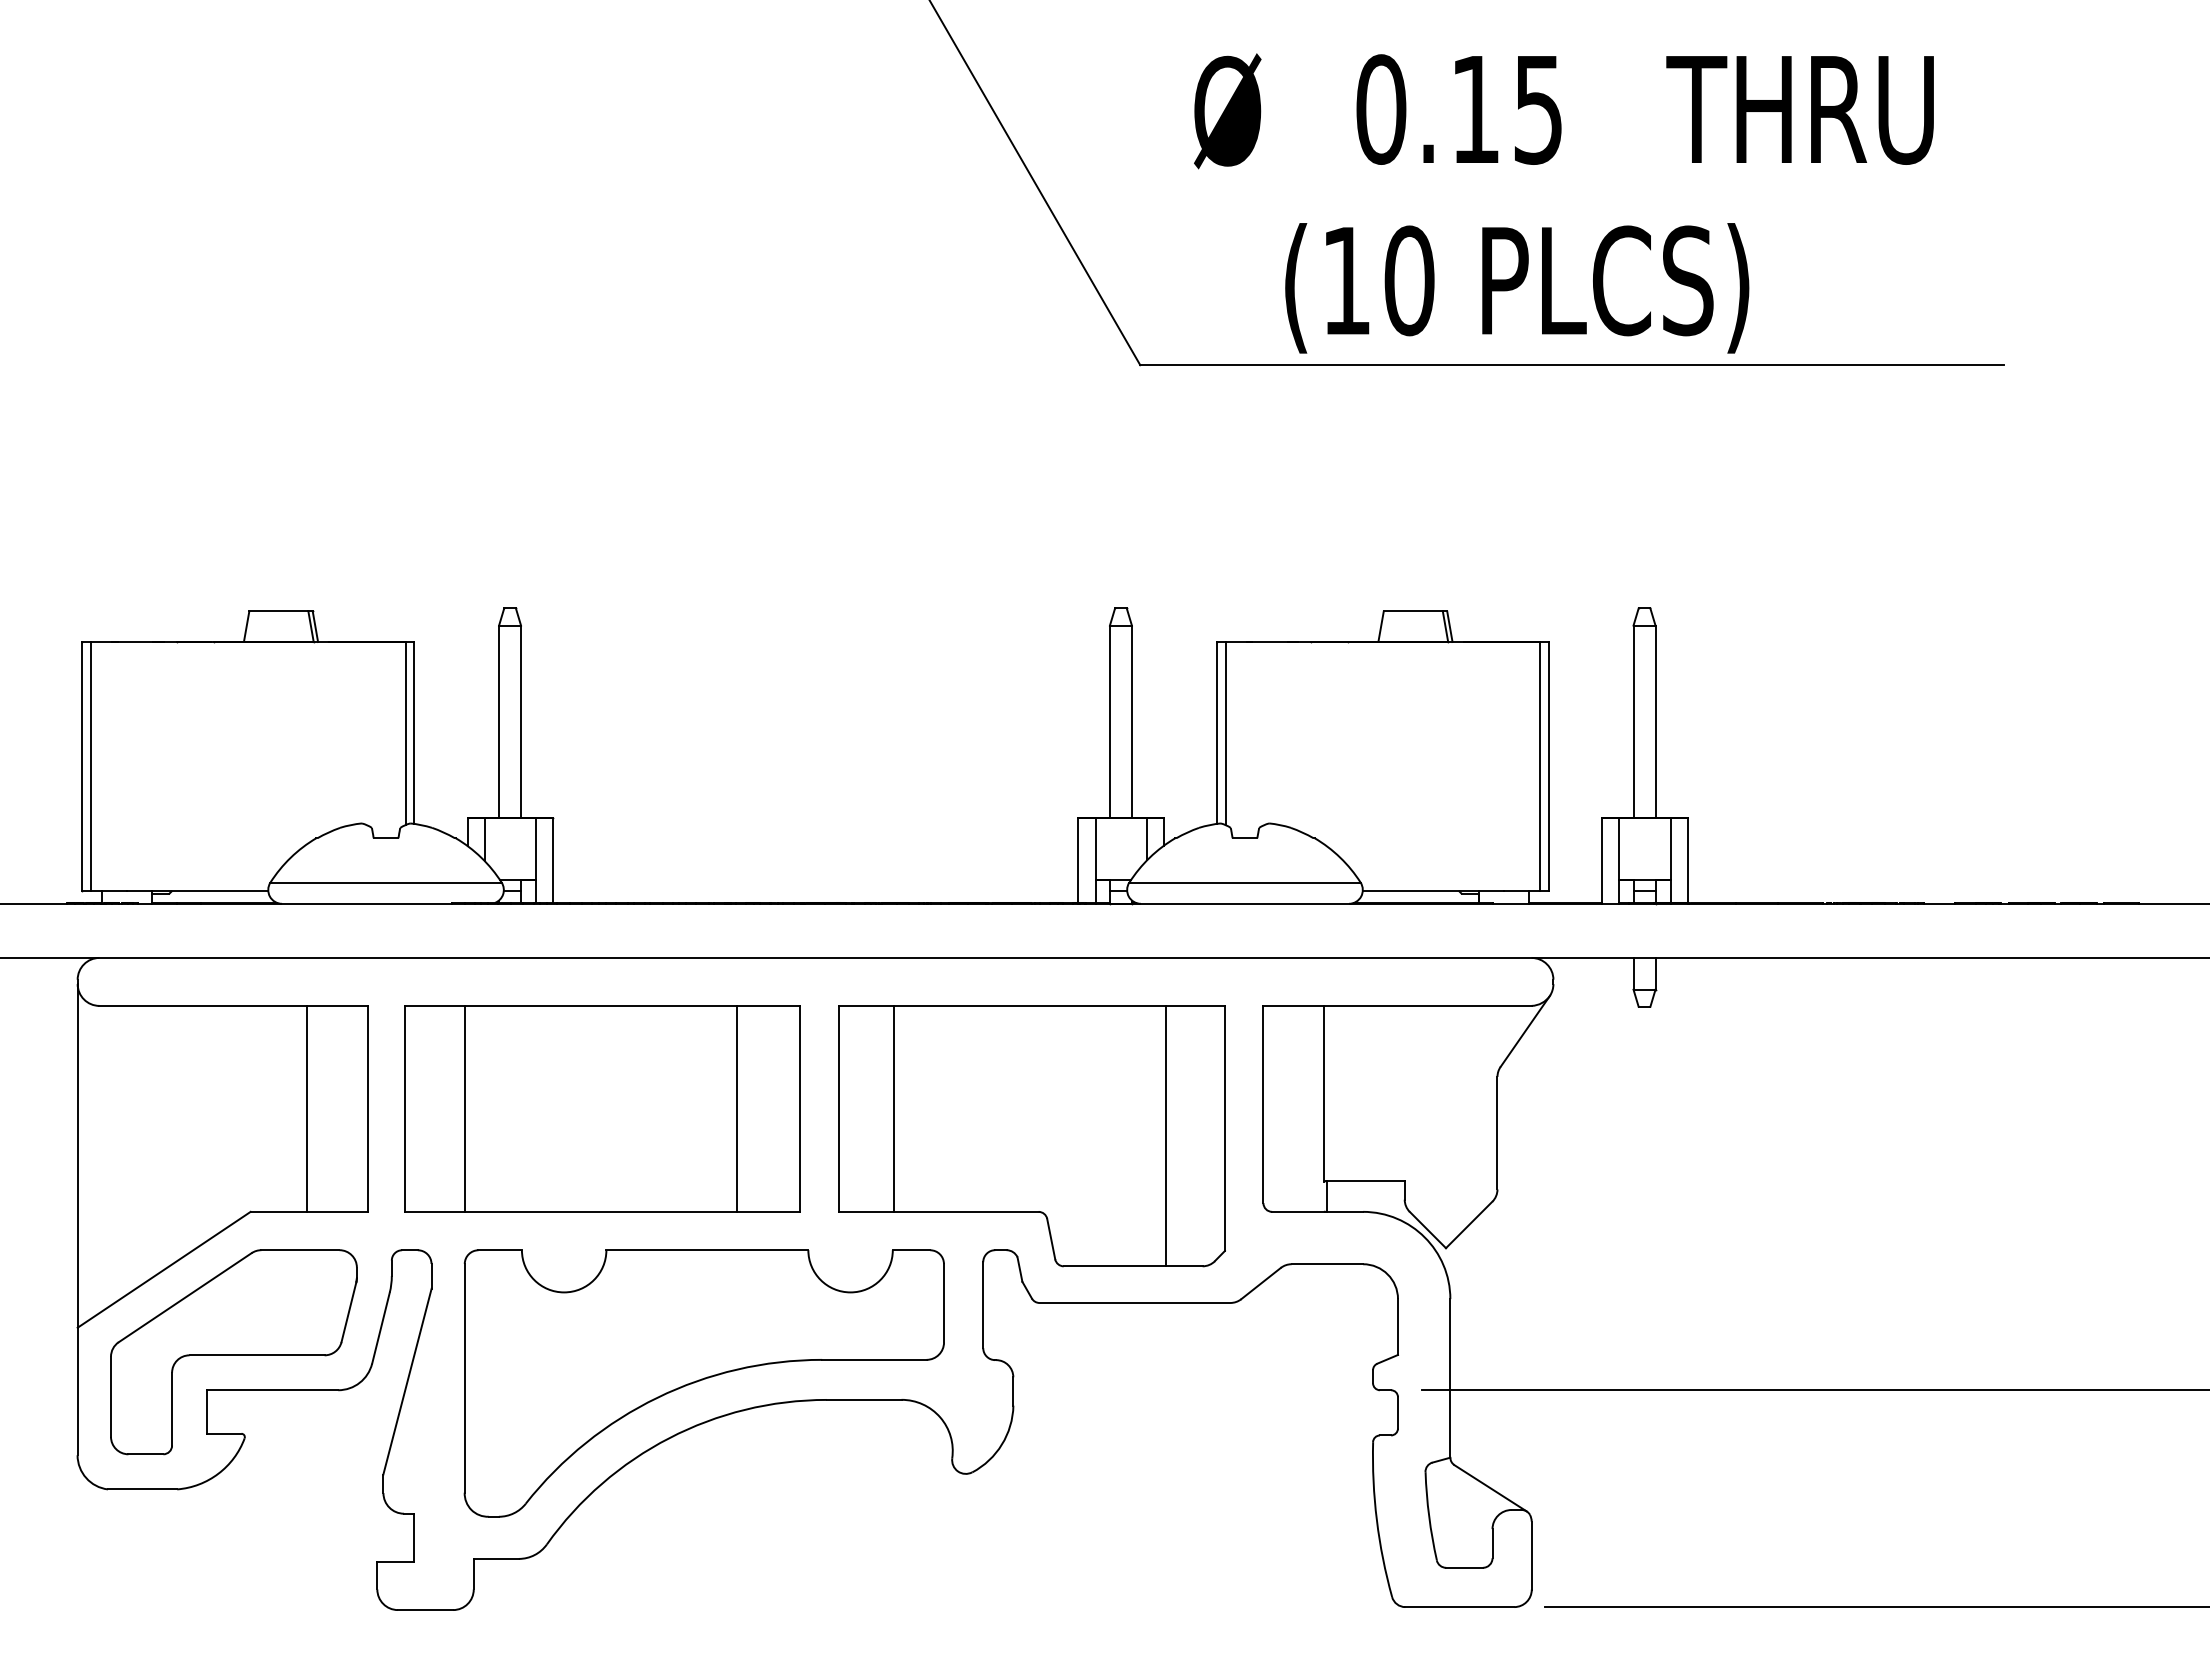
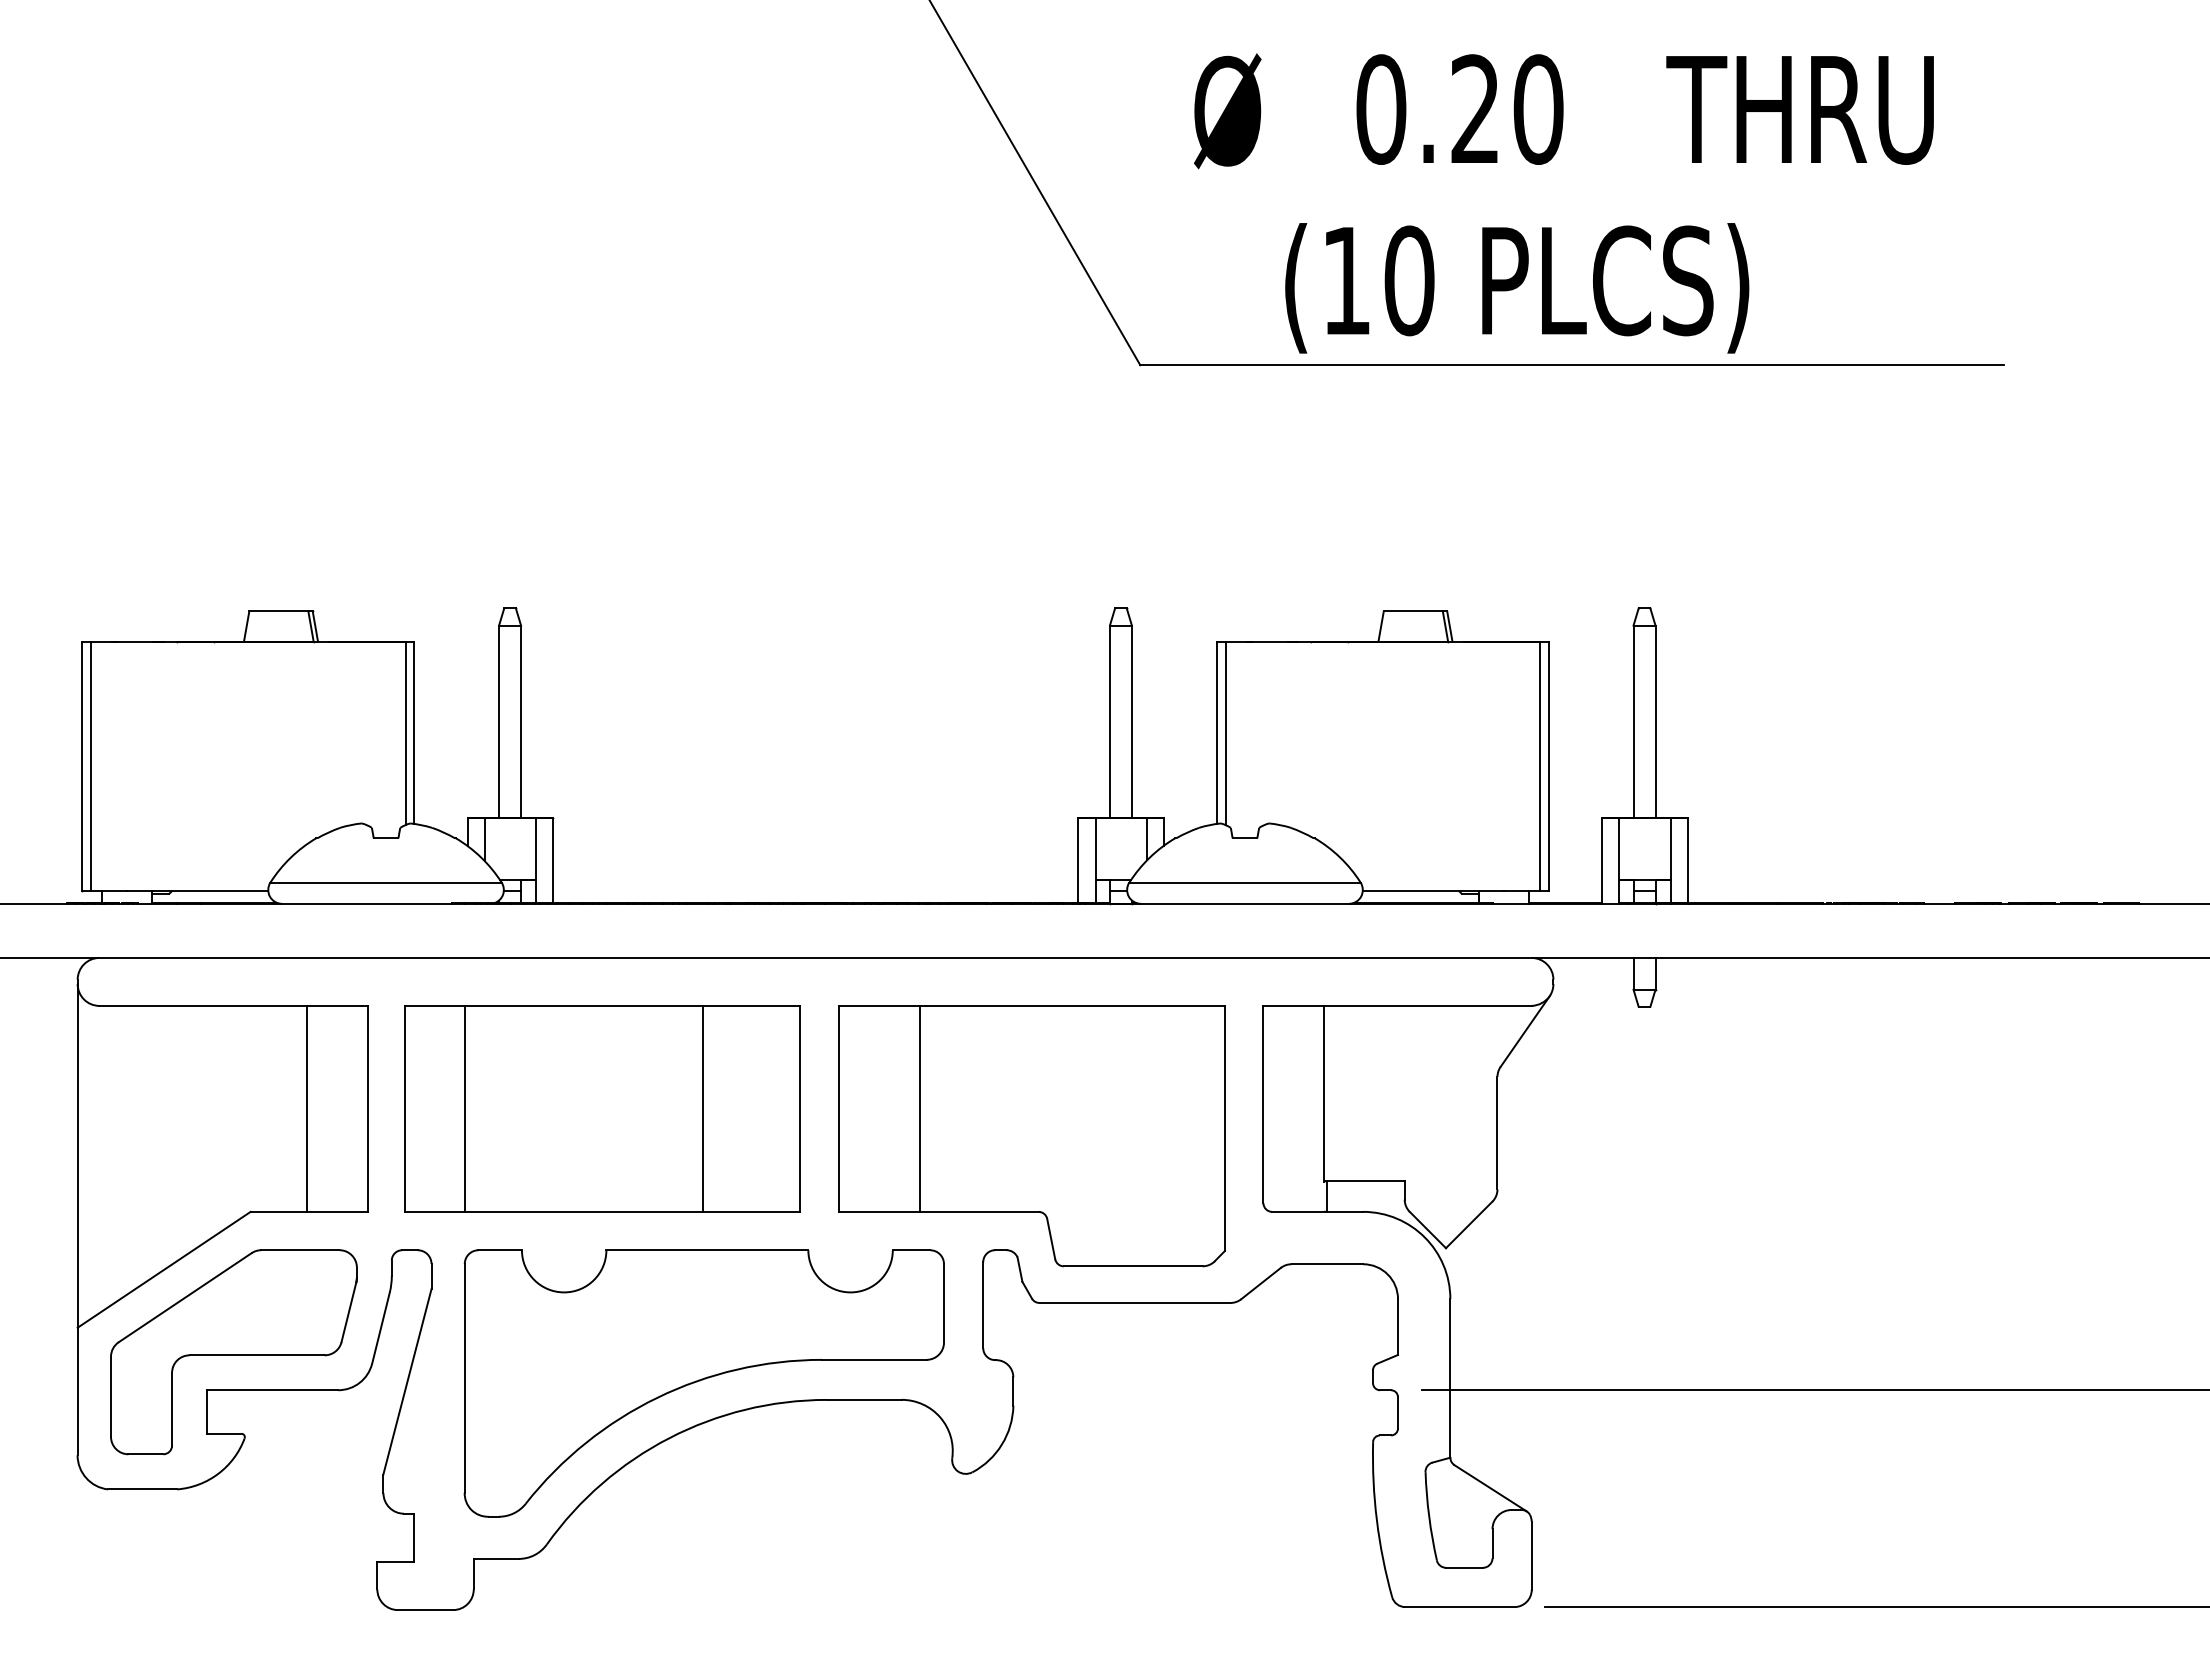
text at (1507, 109): 0.15 -> 0.20
line at (736, 1108) position: (736, 1108) -> (702, 1108)
line at (894, 1108) position: (894, 1108) -> (920, 1108)
line at (1166, 1135): present -> none
